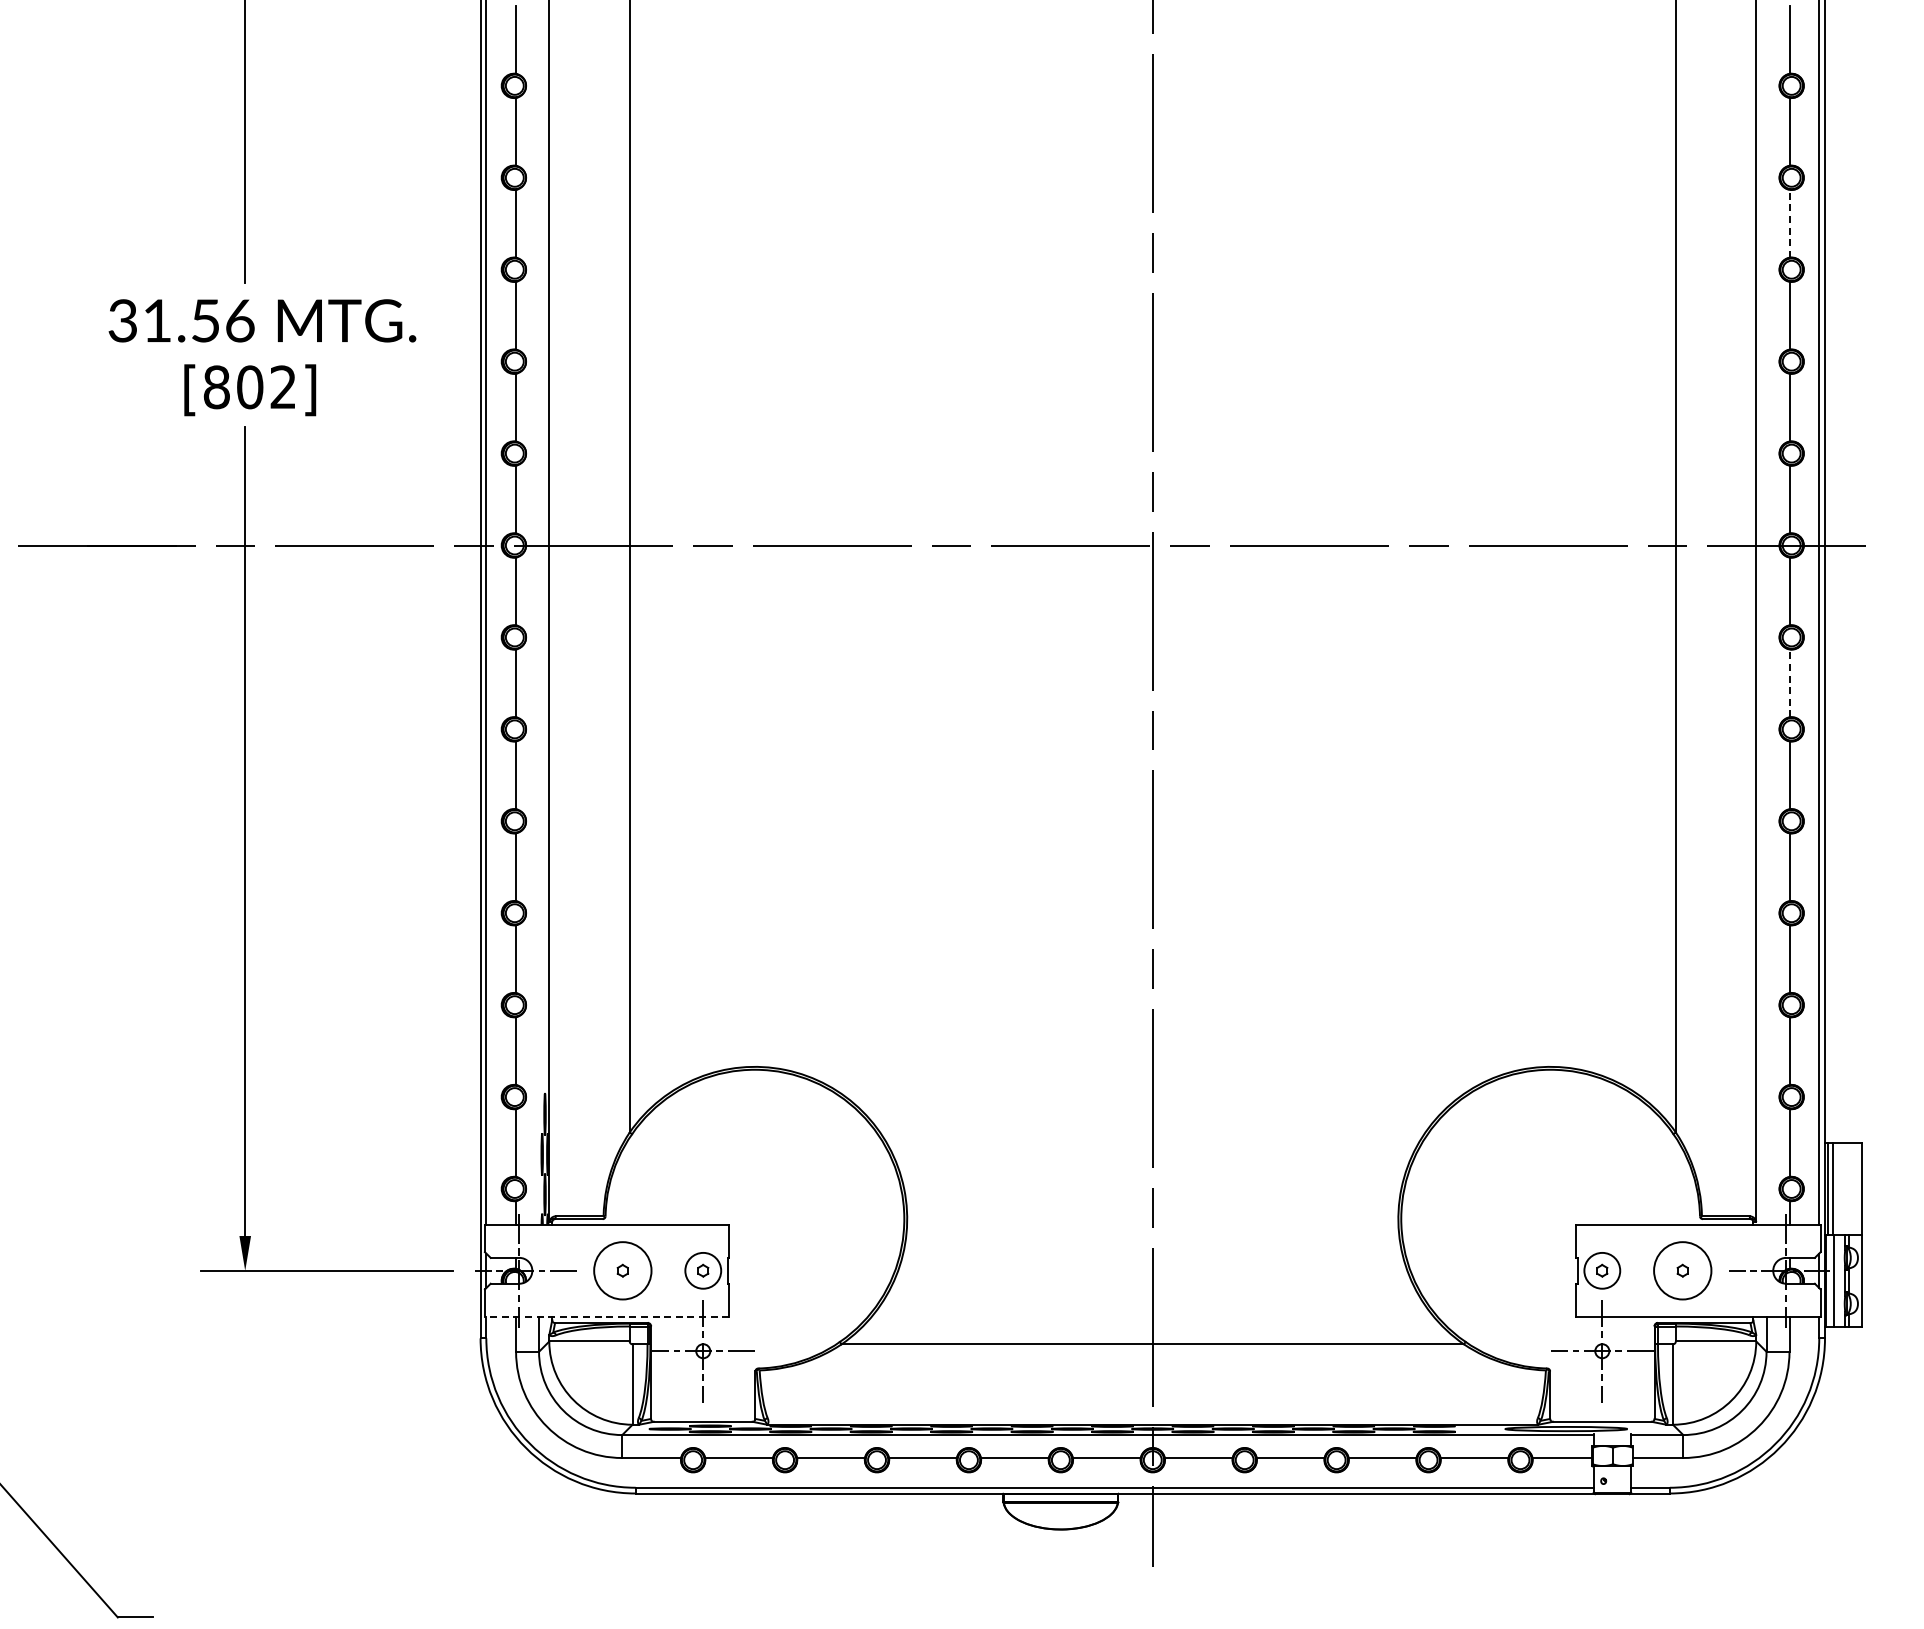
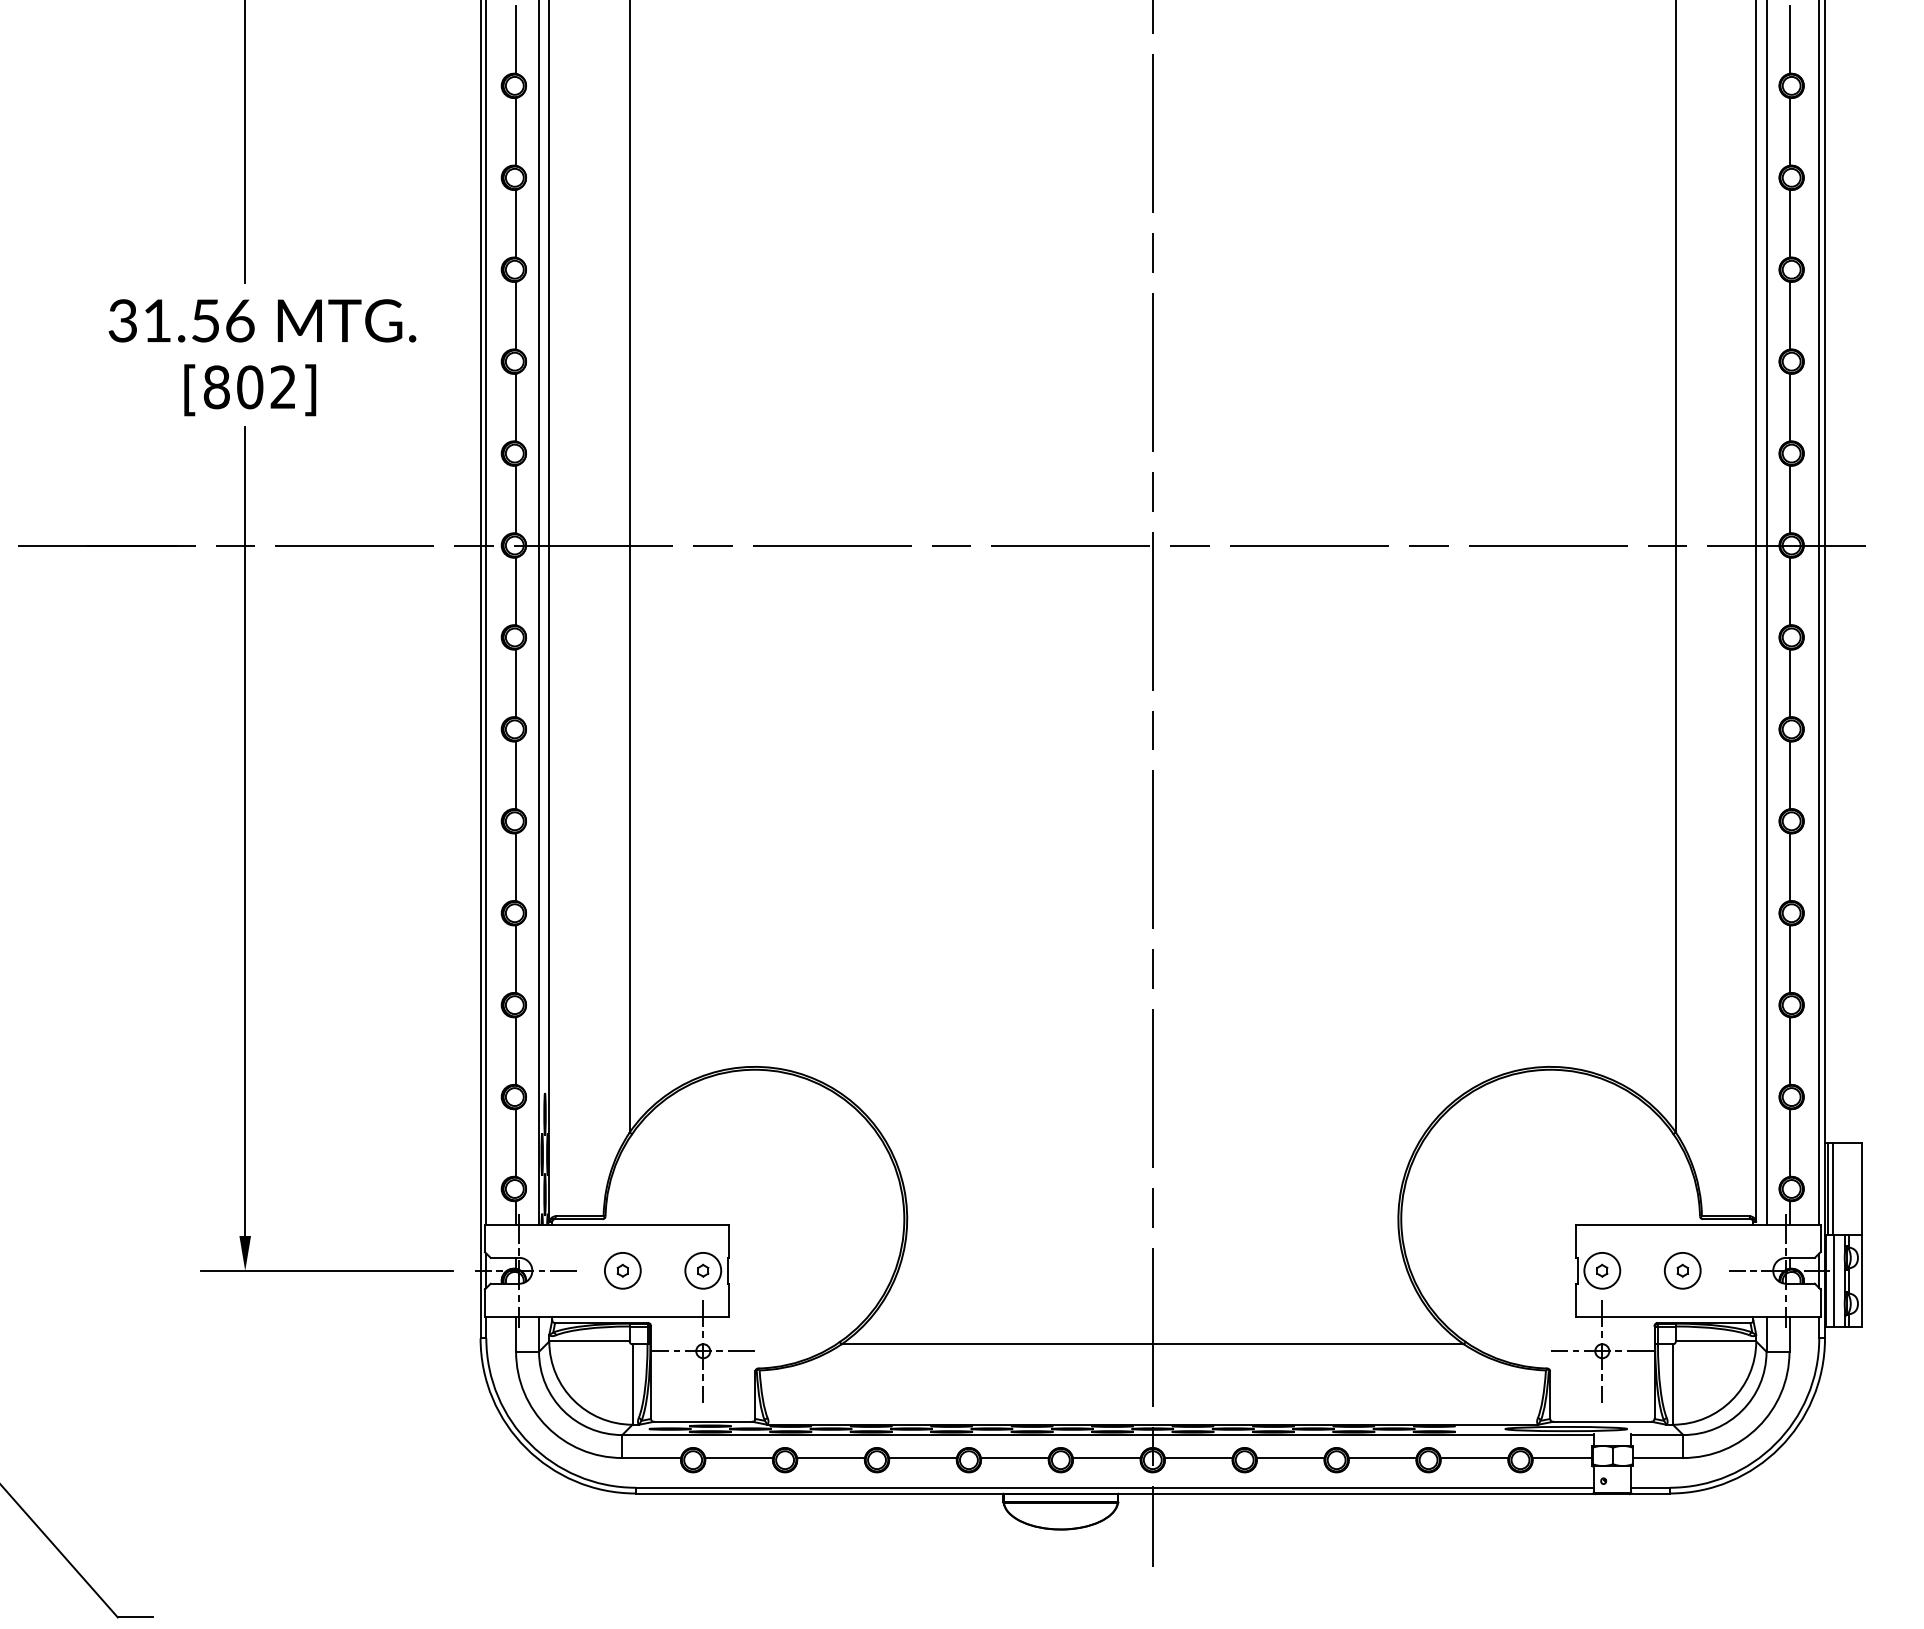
line at (1789, 223): dashed -> solid
line at (539, 613): none -> present
line at (1766, 613): none -> present
line at (1789, 683): dashed -> solid
circle at (622, 1270) diameter: 57 px -> 36 px
circle at (1682, 1270) diameter: 57 px -> 36 px
line at (606, 1316): dashed -> solid
